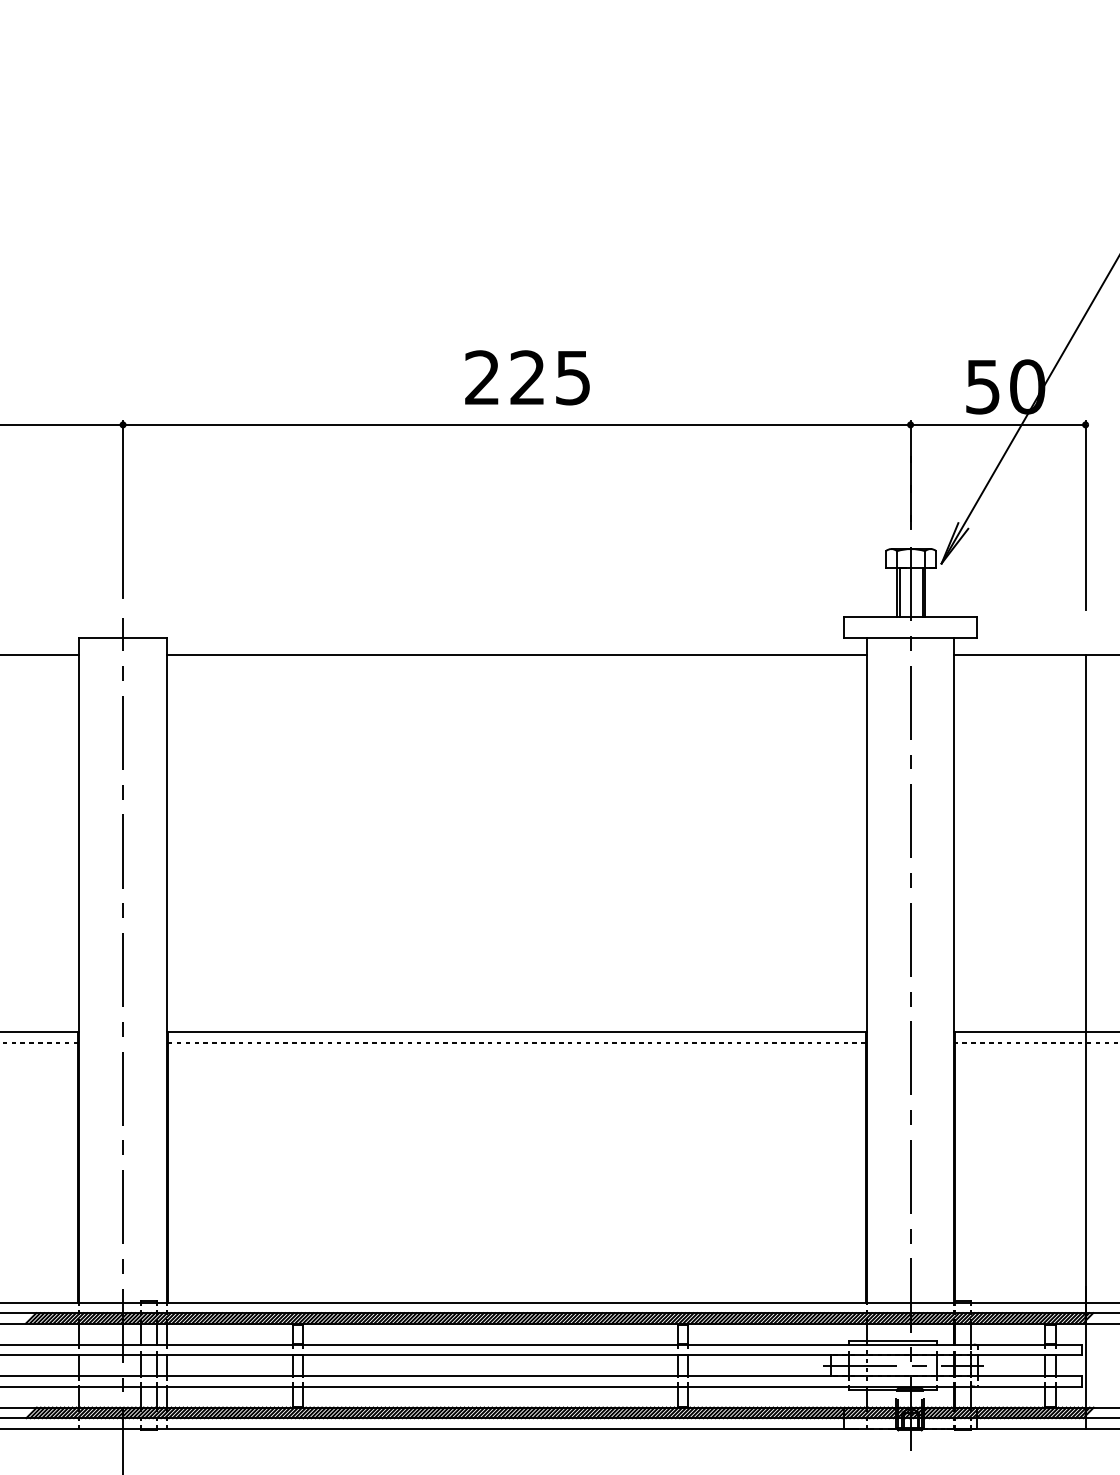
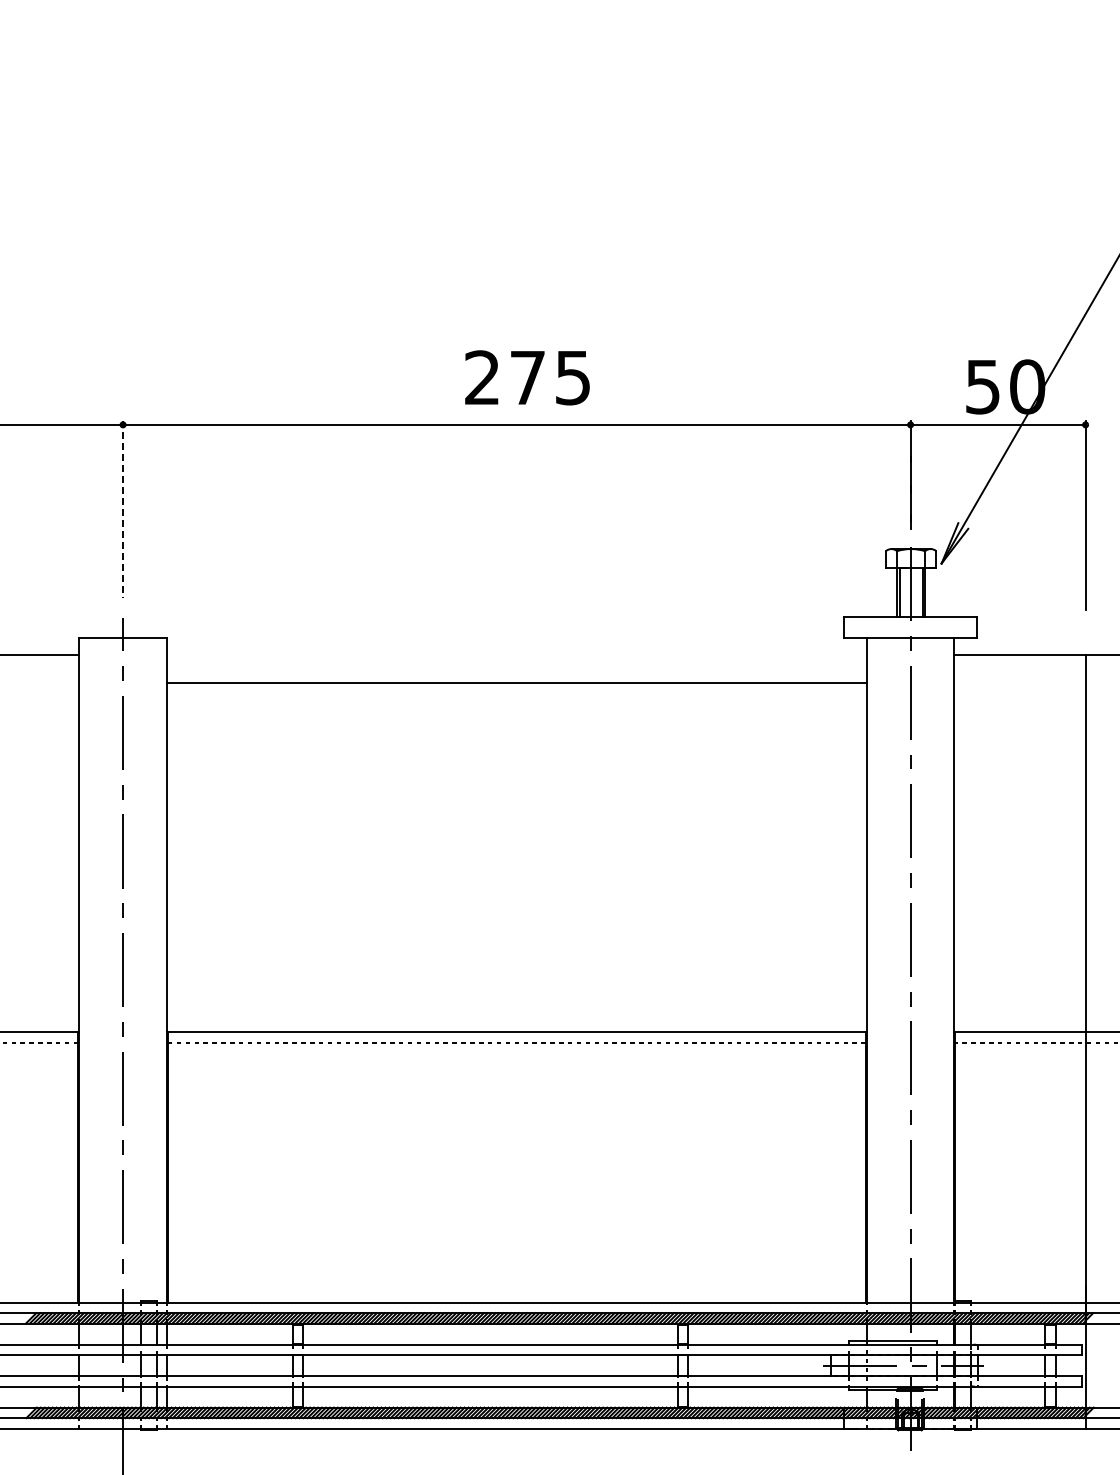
text at (527, 377): 225 -> 275
line at (123, 509): solid -> dashed
line at (516, 655) position: (516, 655) -> (516, 683)
